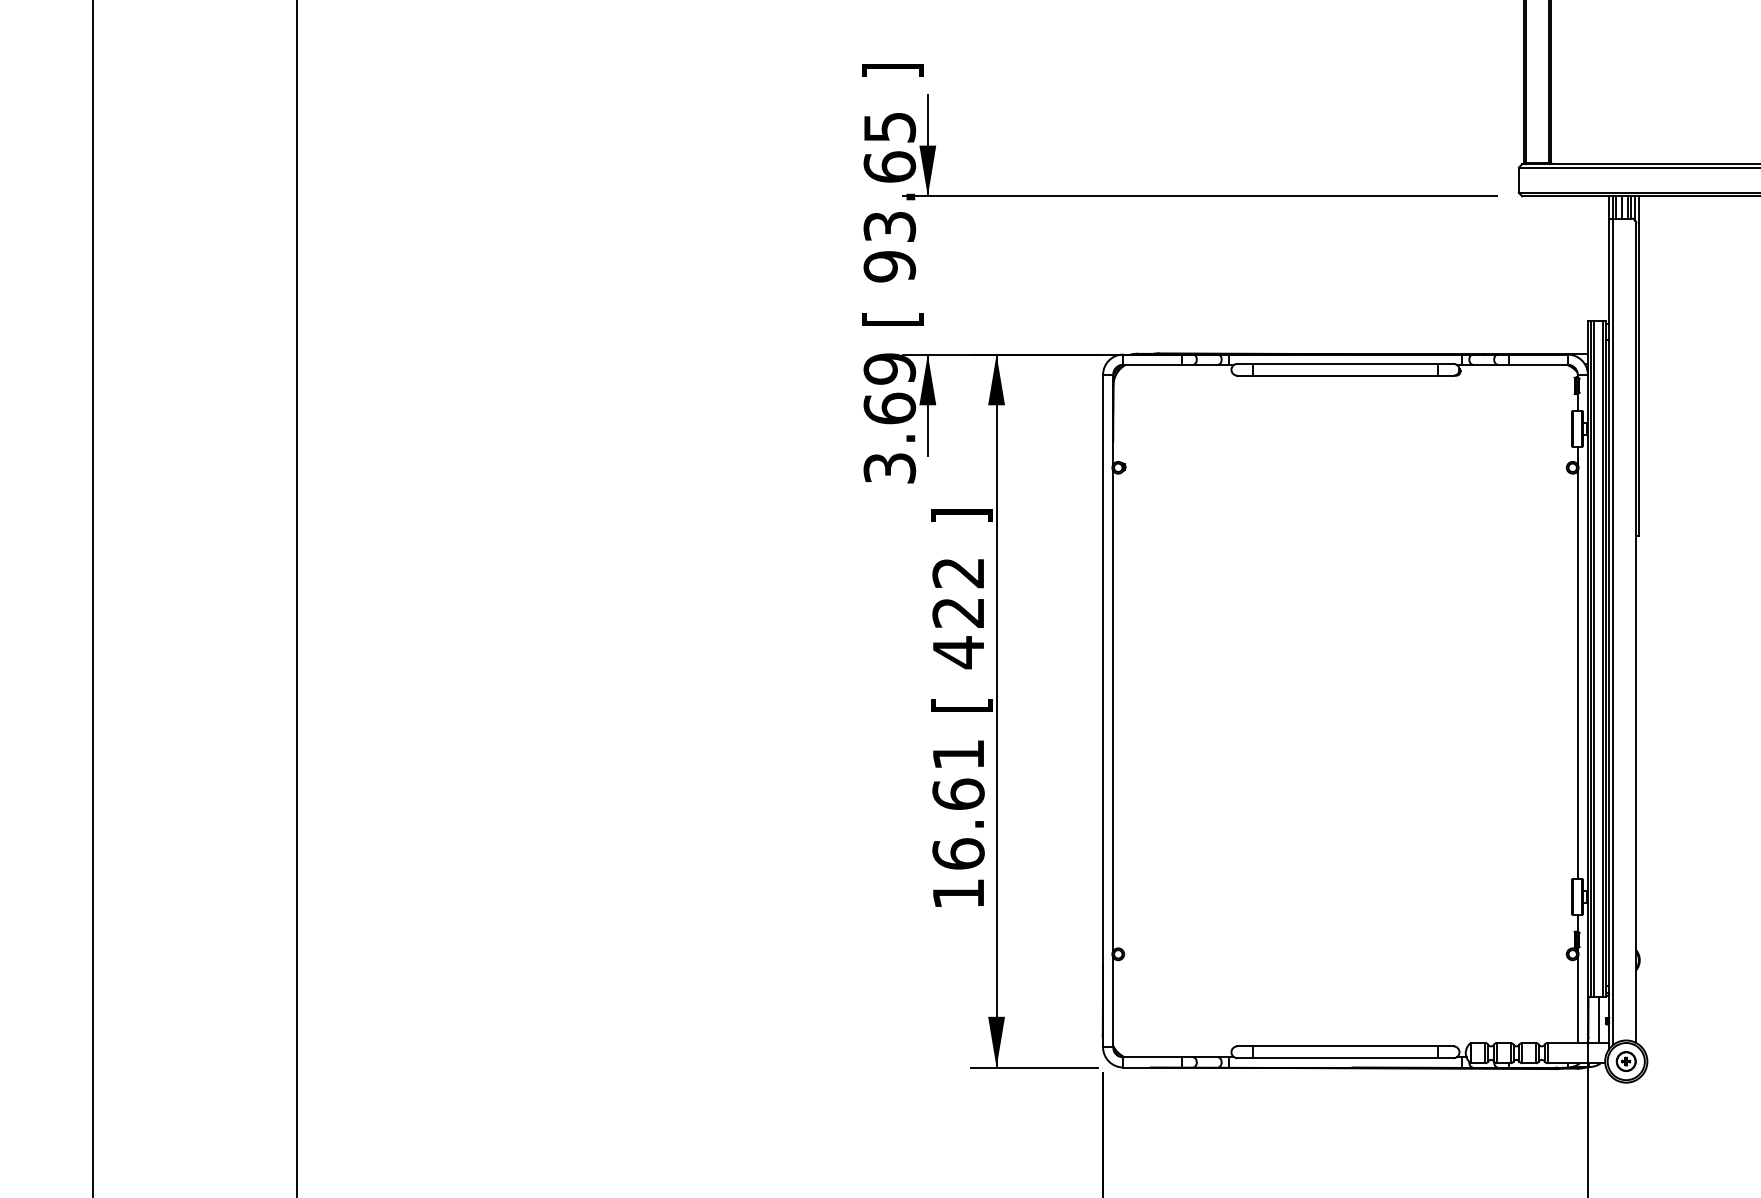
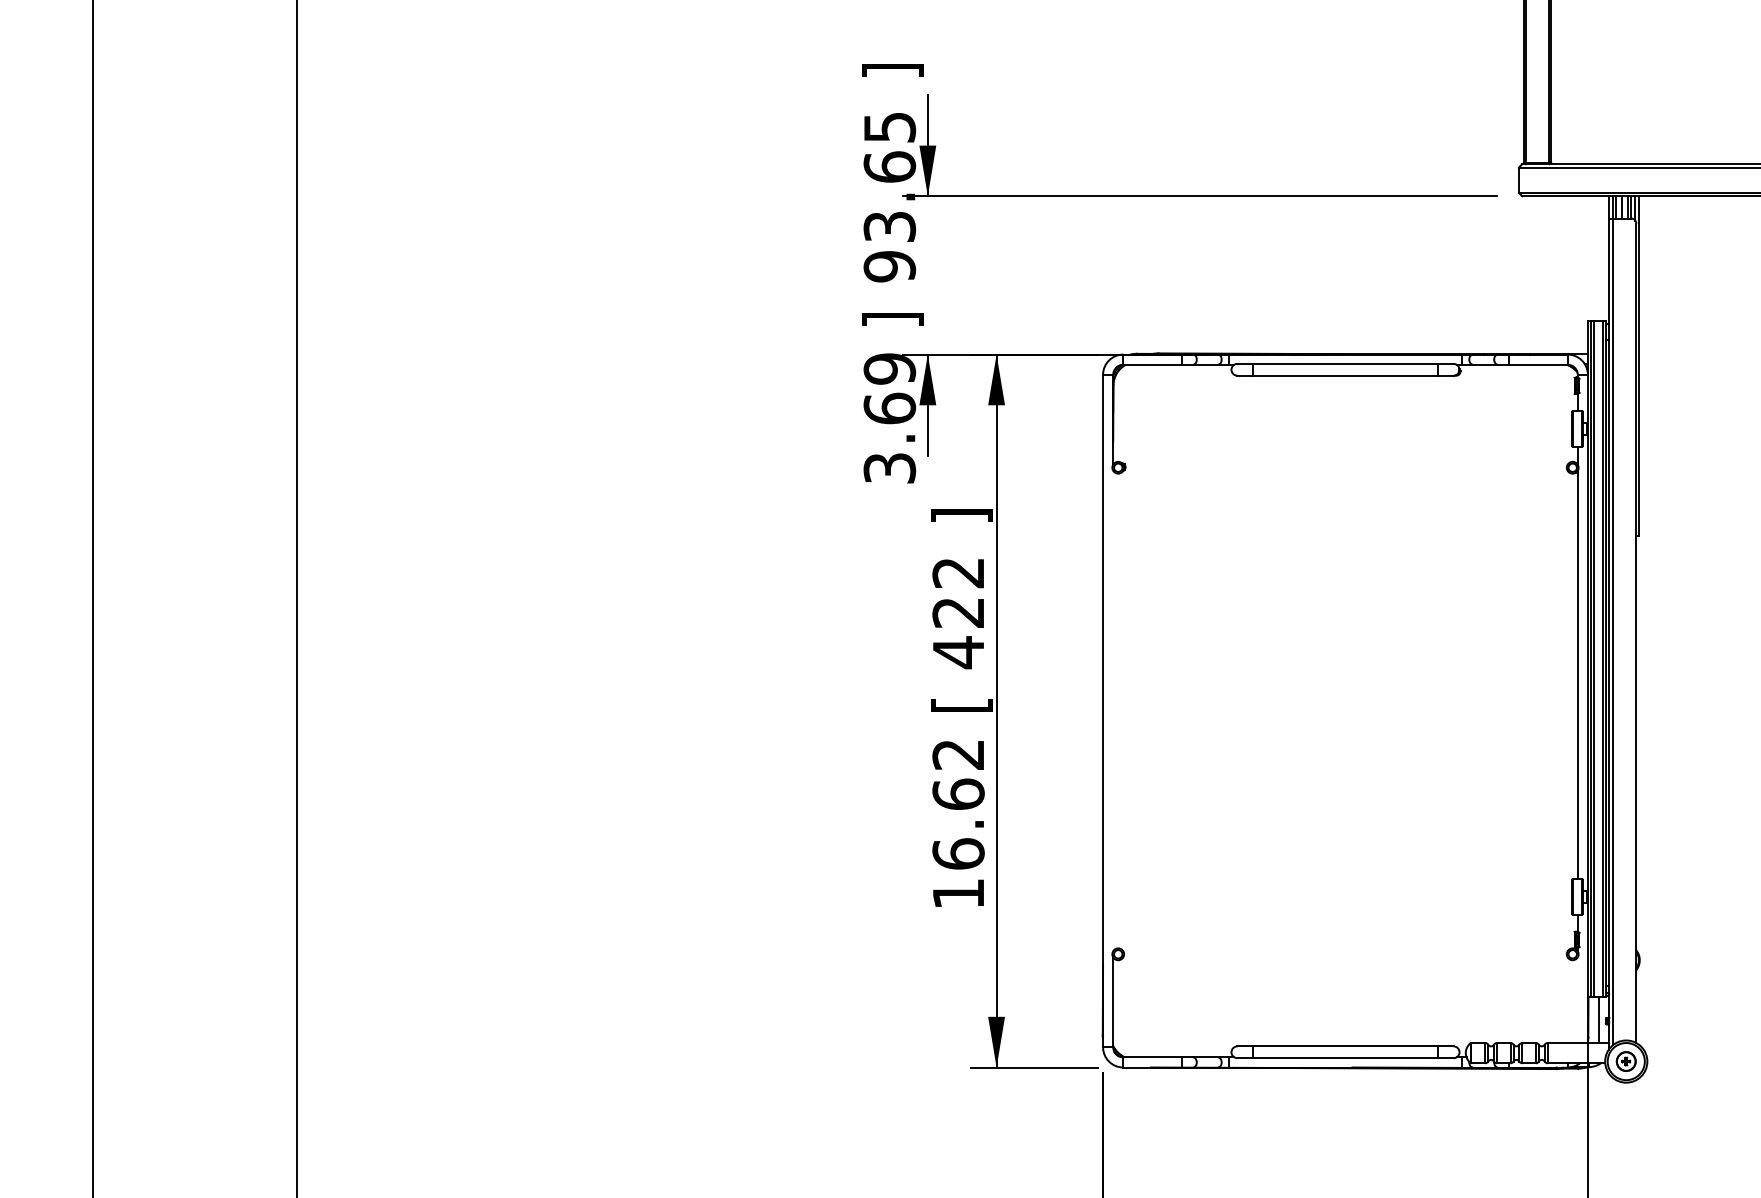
text at (892, 319): [ -> ]
line at (1113, 710): present -> none
text at (957, 754): 16.61 -> 16.62
line at (1577, 1000): present -> none
